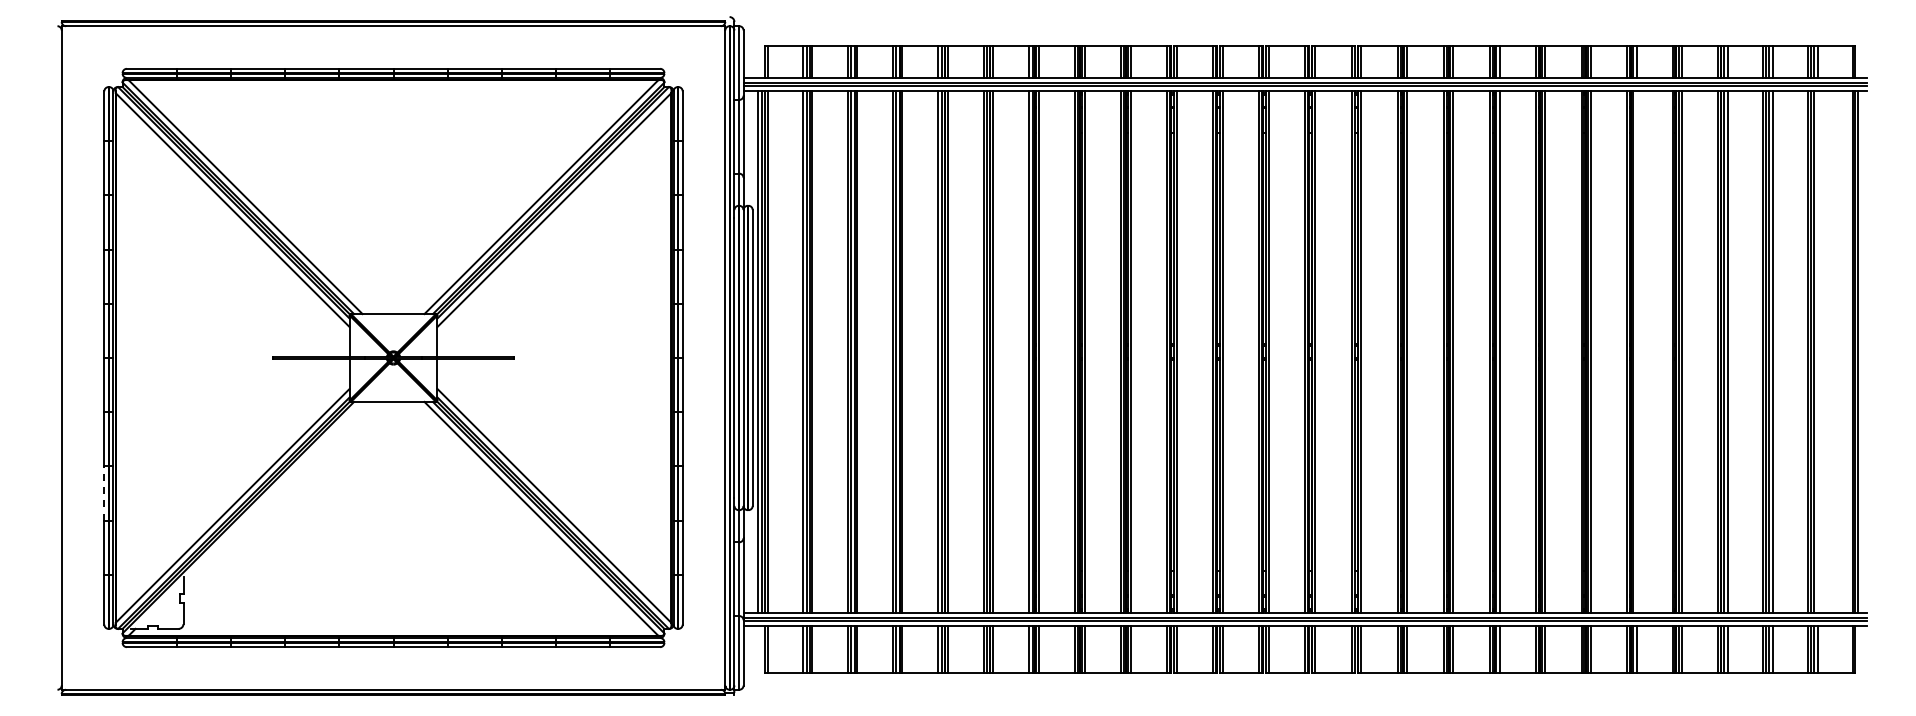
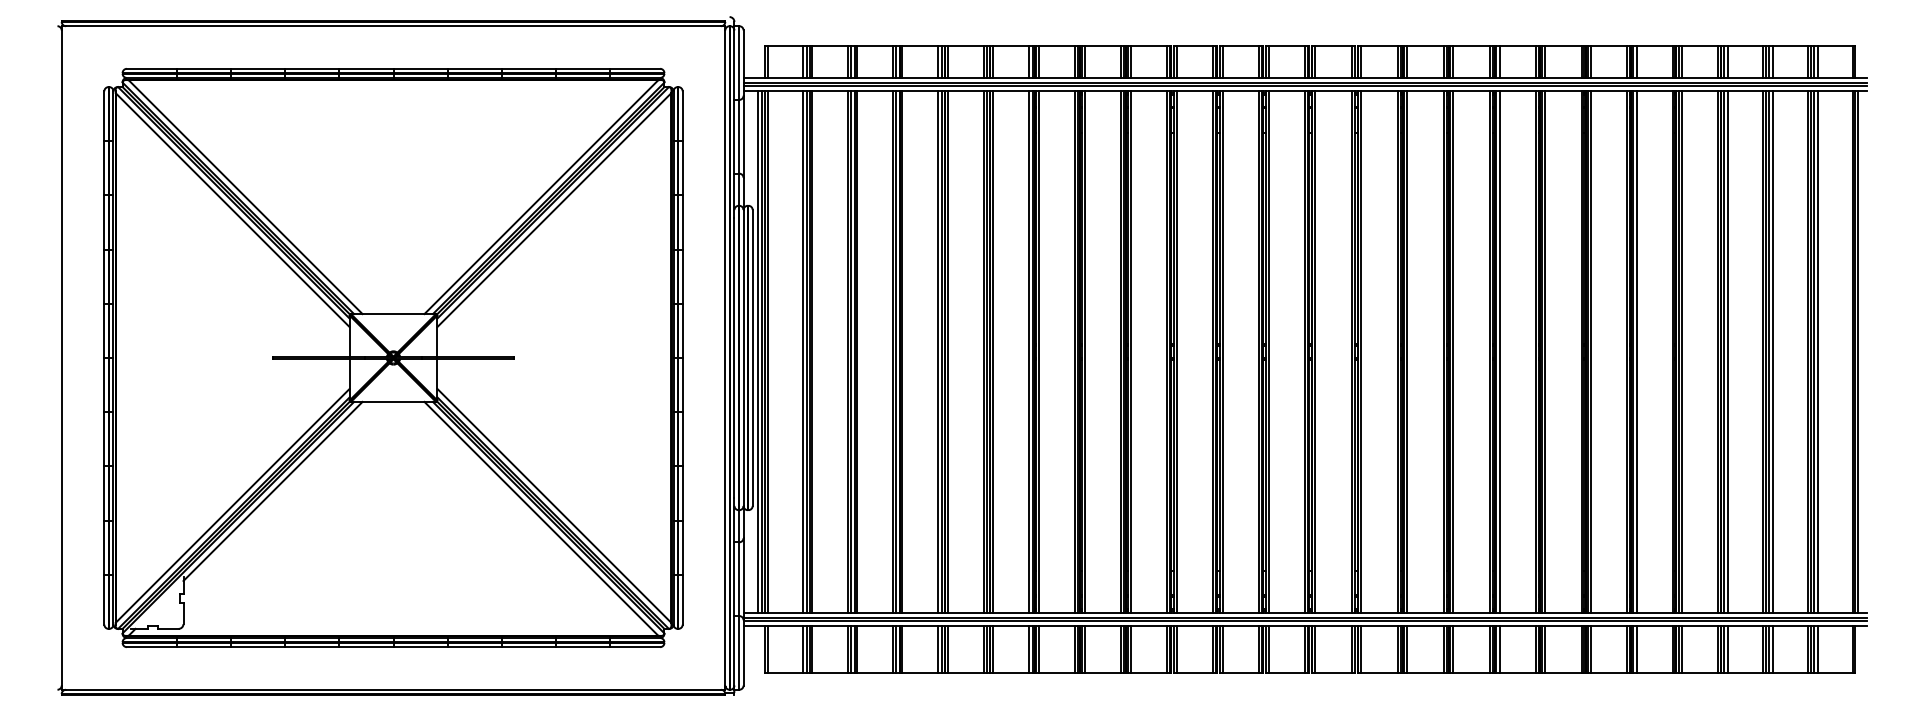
line at (1636, 351): none -> present
line at (1817, 351): none -> present
line at (272, 491): none -> present
line at (104, 492): dashed -> solid
